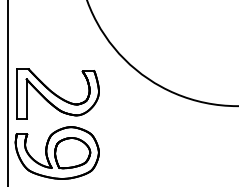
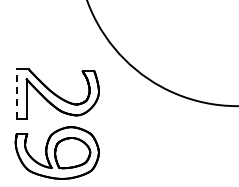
line at (8, 92): present -> none
line at (17, 94): solid -> dashed
